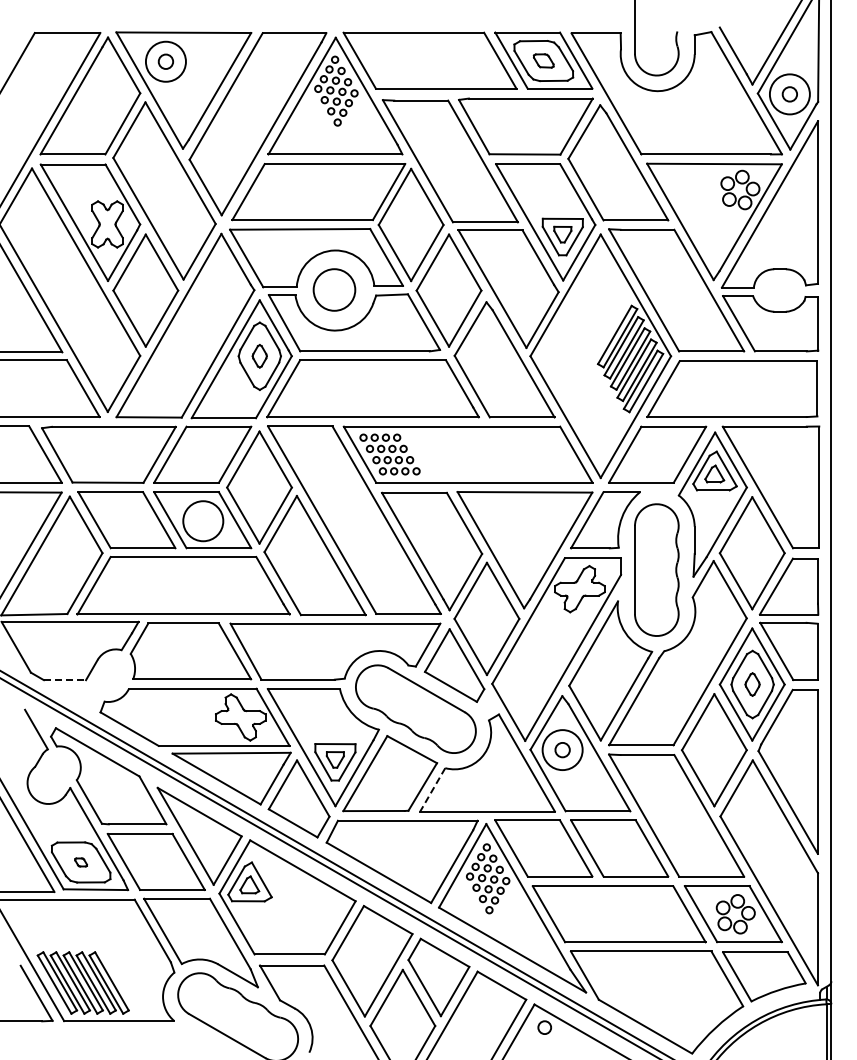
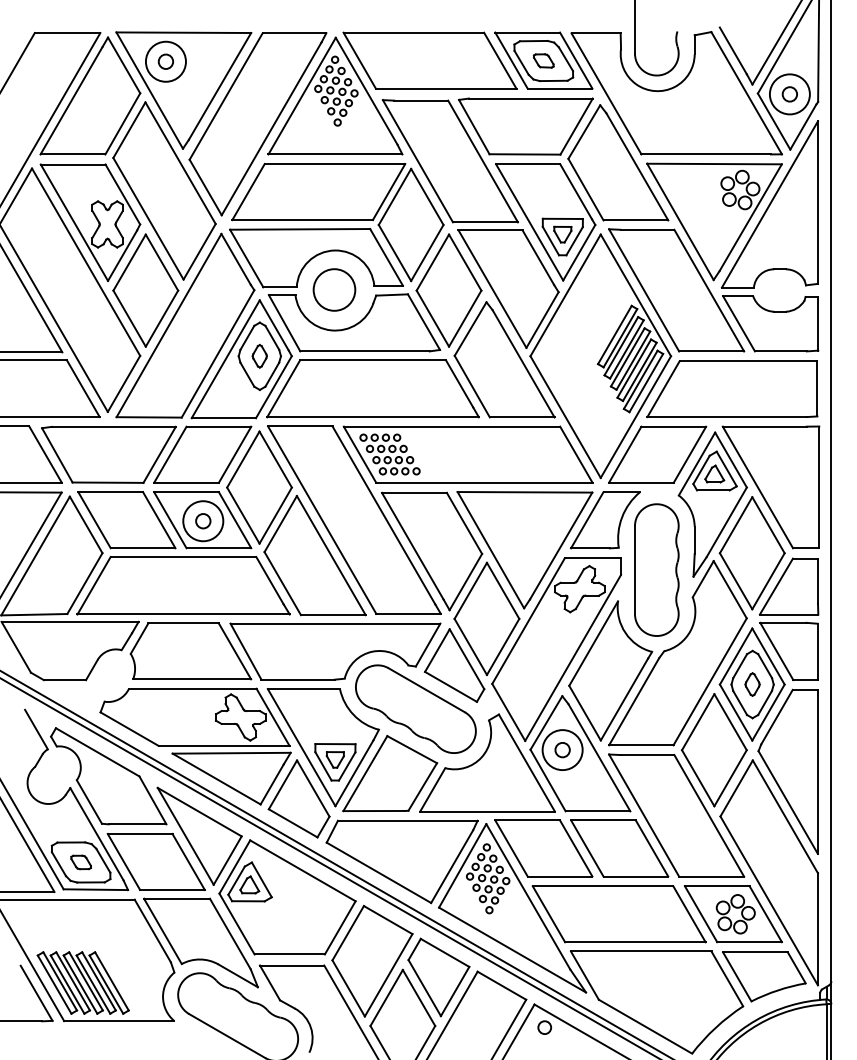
circle at (203, 521): none -> present
line at (65, 680): dashed -> solid
line at (432, 790): dashed -> solid
part at (80, 862) size: 14x11 px -> 22x17 px
